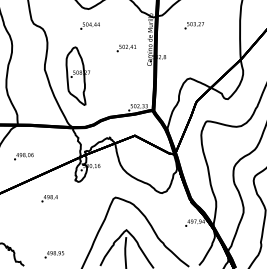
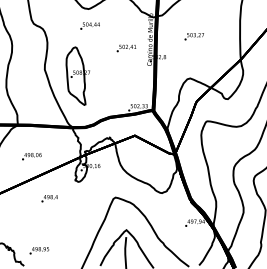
text at (193, 25) position: (193, 25) -> (193, 36)
text at (23, 156) position: (23, 156) -> (31, 156)
text at (54, 254) position: (54, 254) -> (39, 250)
